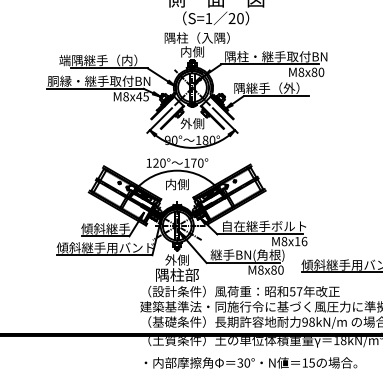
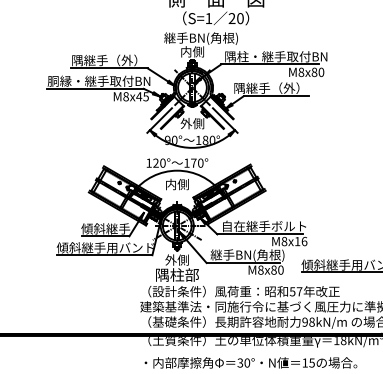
text at (200, 38): 隅柱（入隅） -> 継手BN(角根)
text at (95, 60): 端隅継手（内） -> 隅継手（外）
